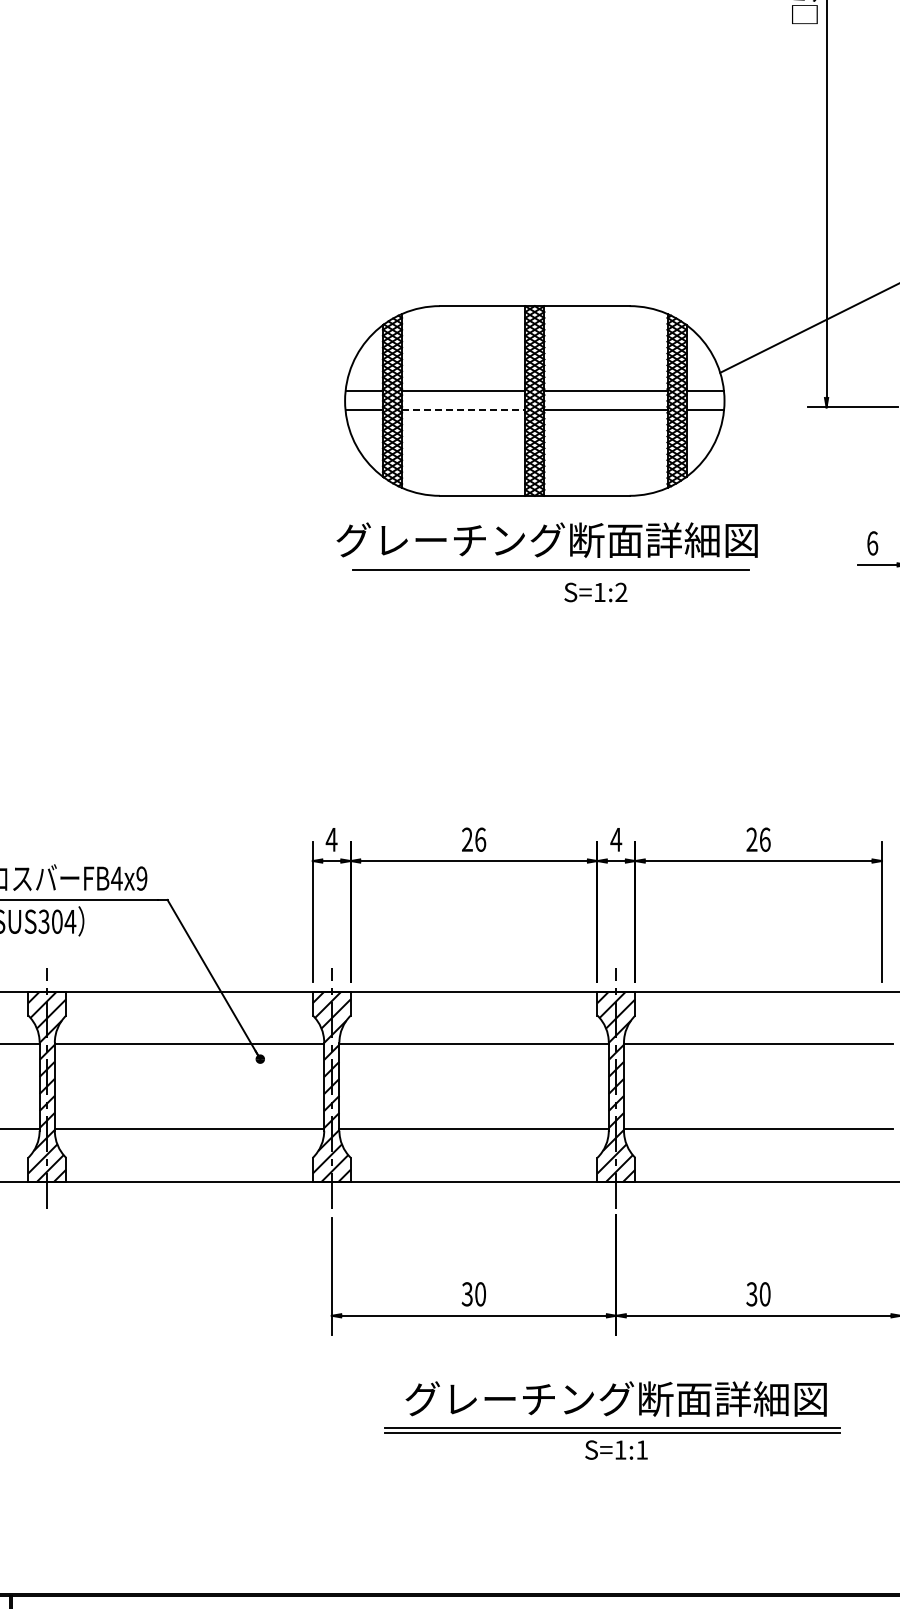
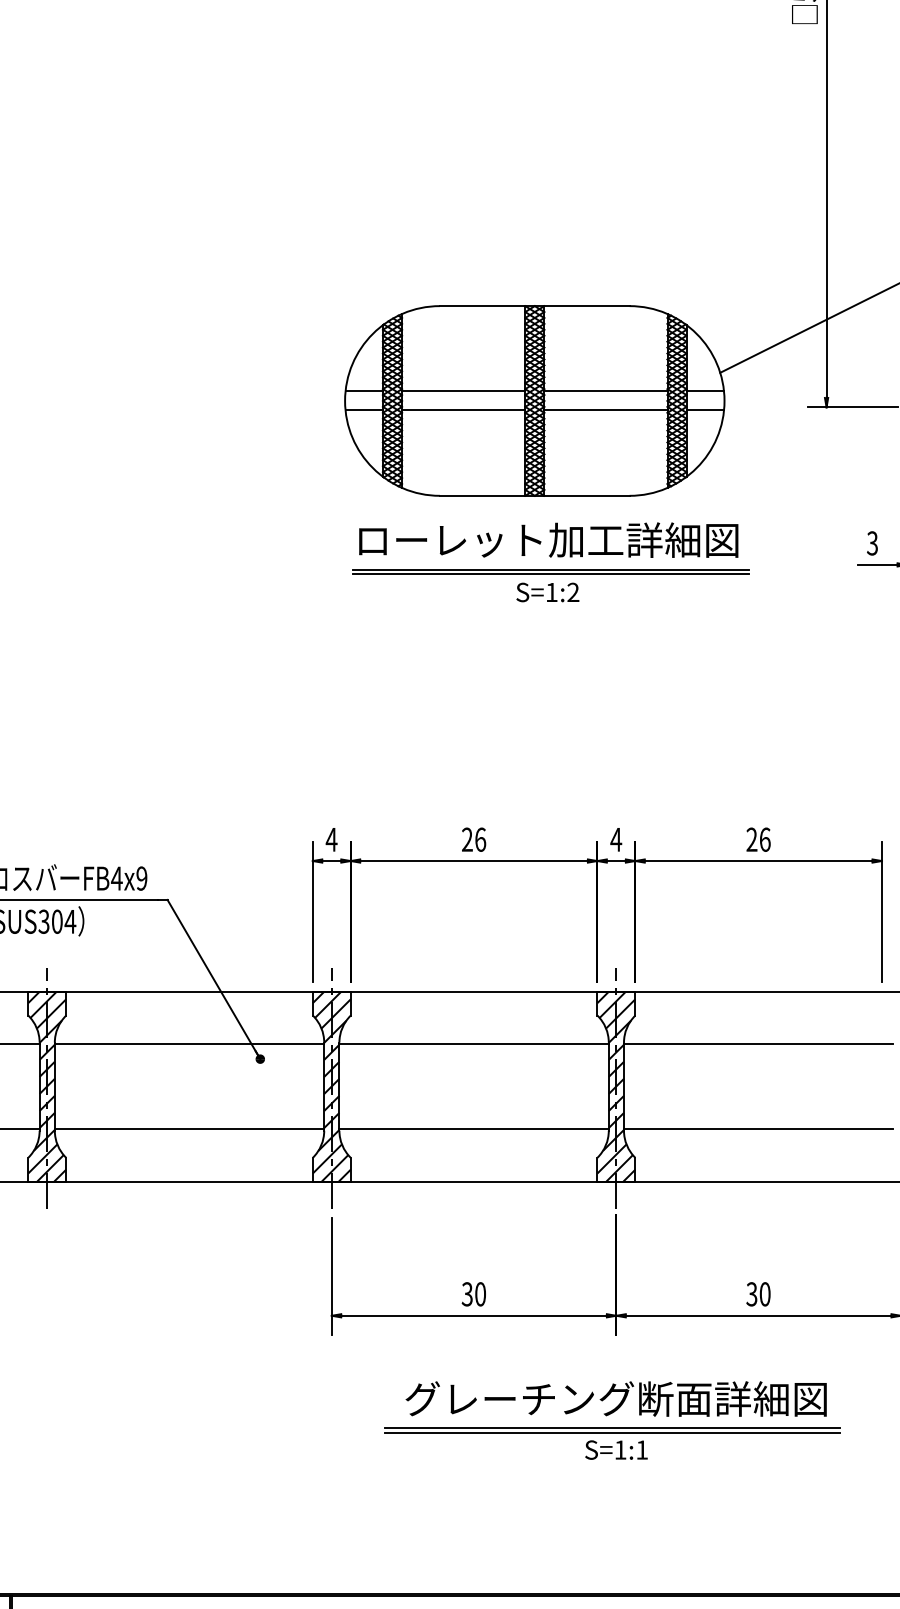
line at (463, 410): dashed -> solid
text at (546, 539): グレーチング断面詳細図 -> ローレット加工詳細図
text at (872, 543): 6 -> 3
line at (550, 574): none -> present
text at (595, 592) position: (595, 592) -> (547, 592)
